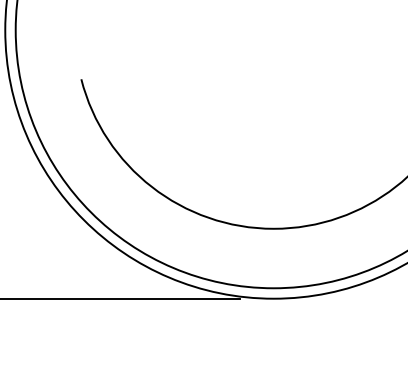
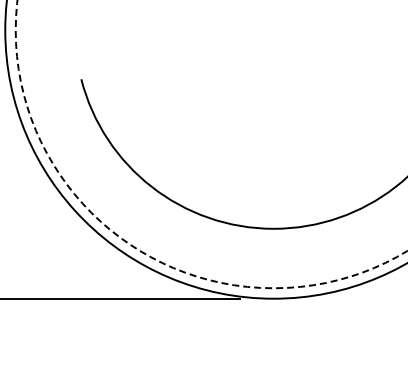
circle at (211, 144): solid -> dashed
